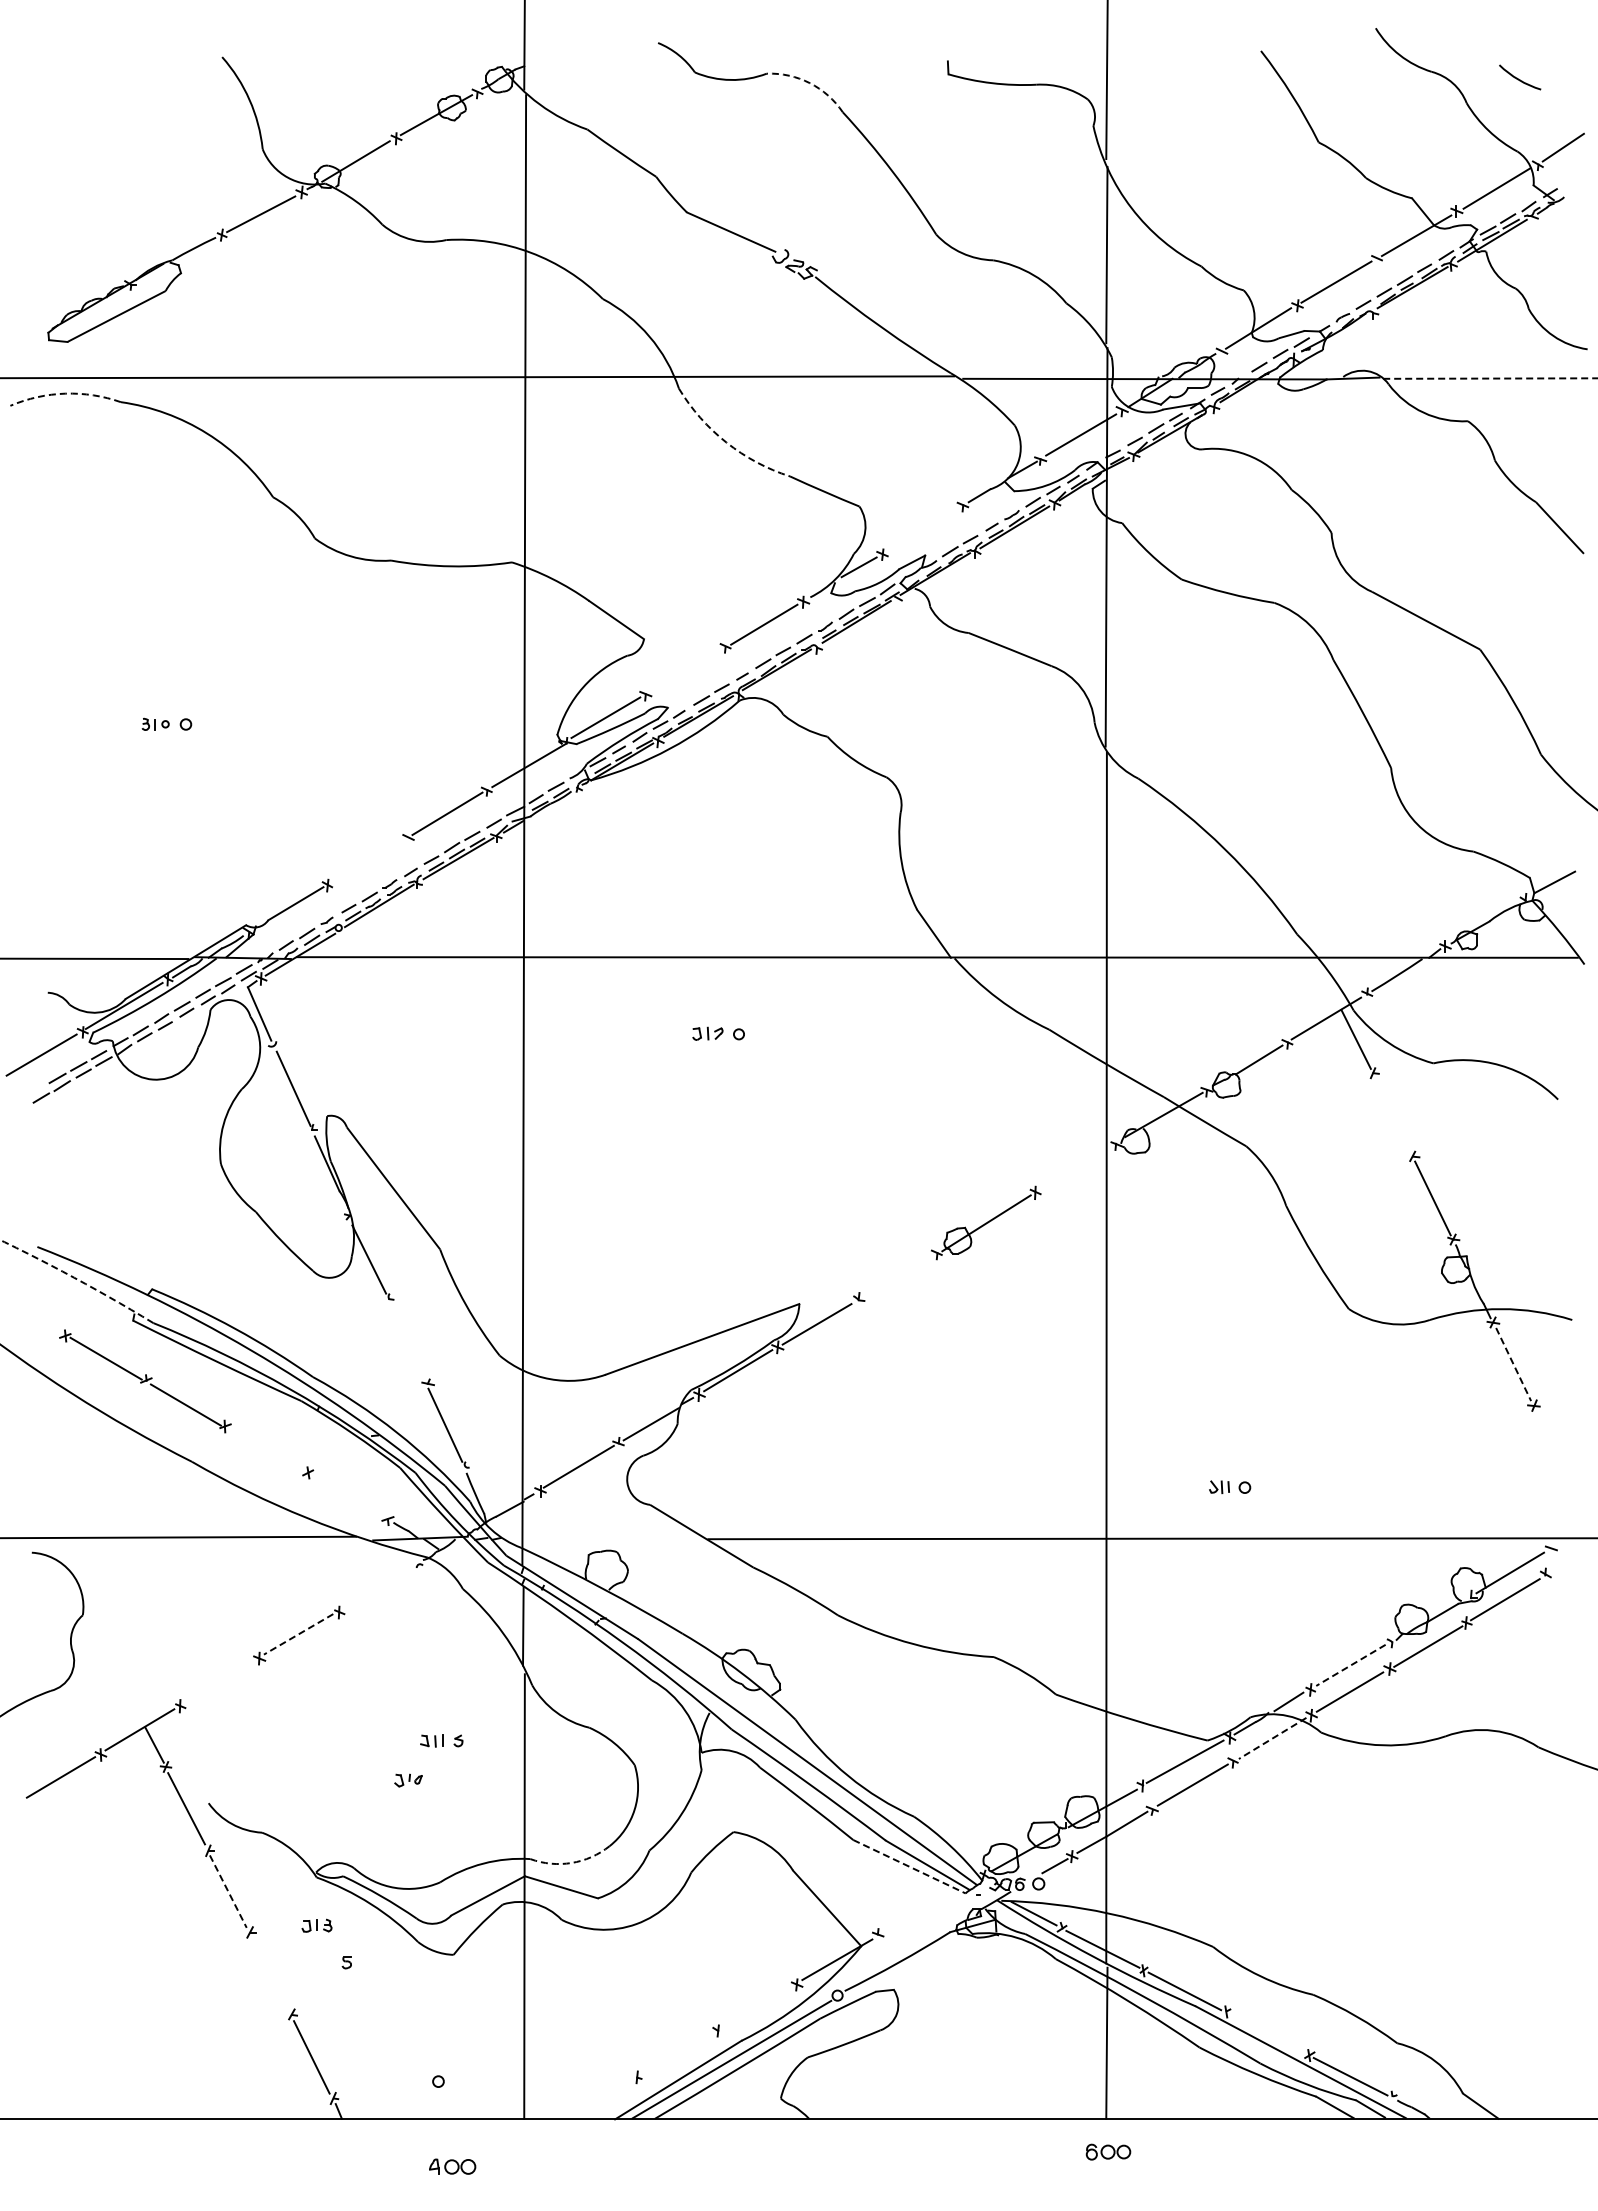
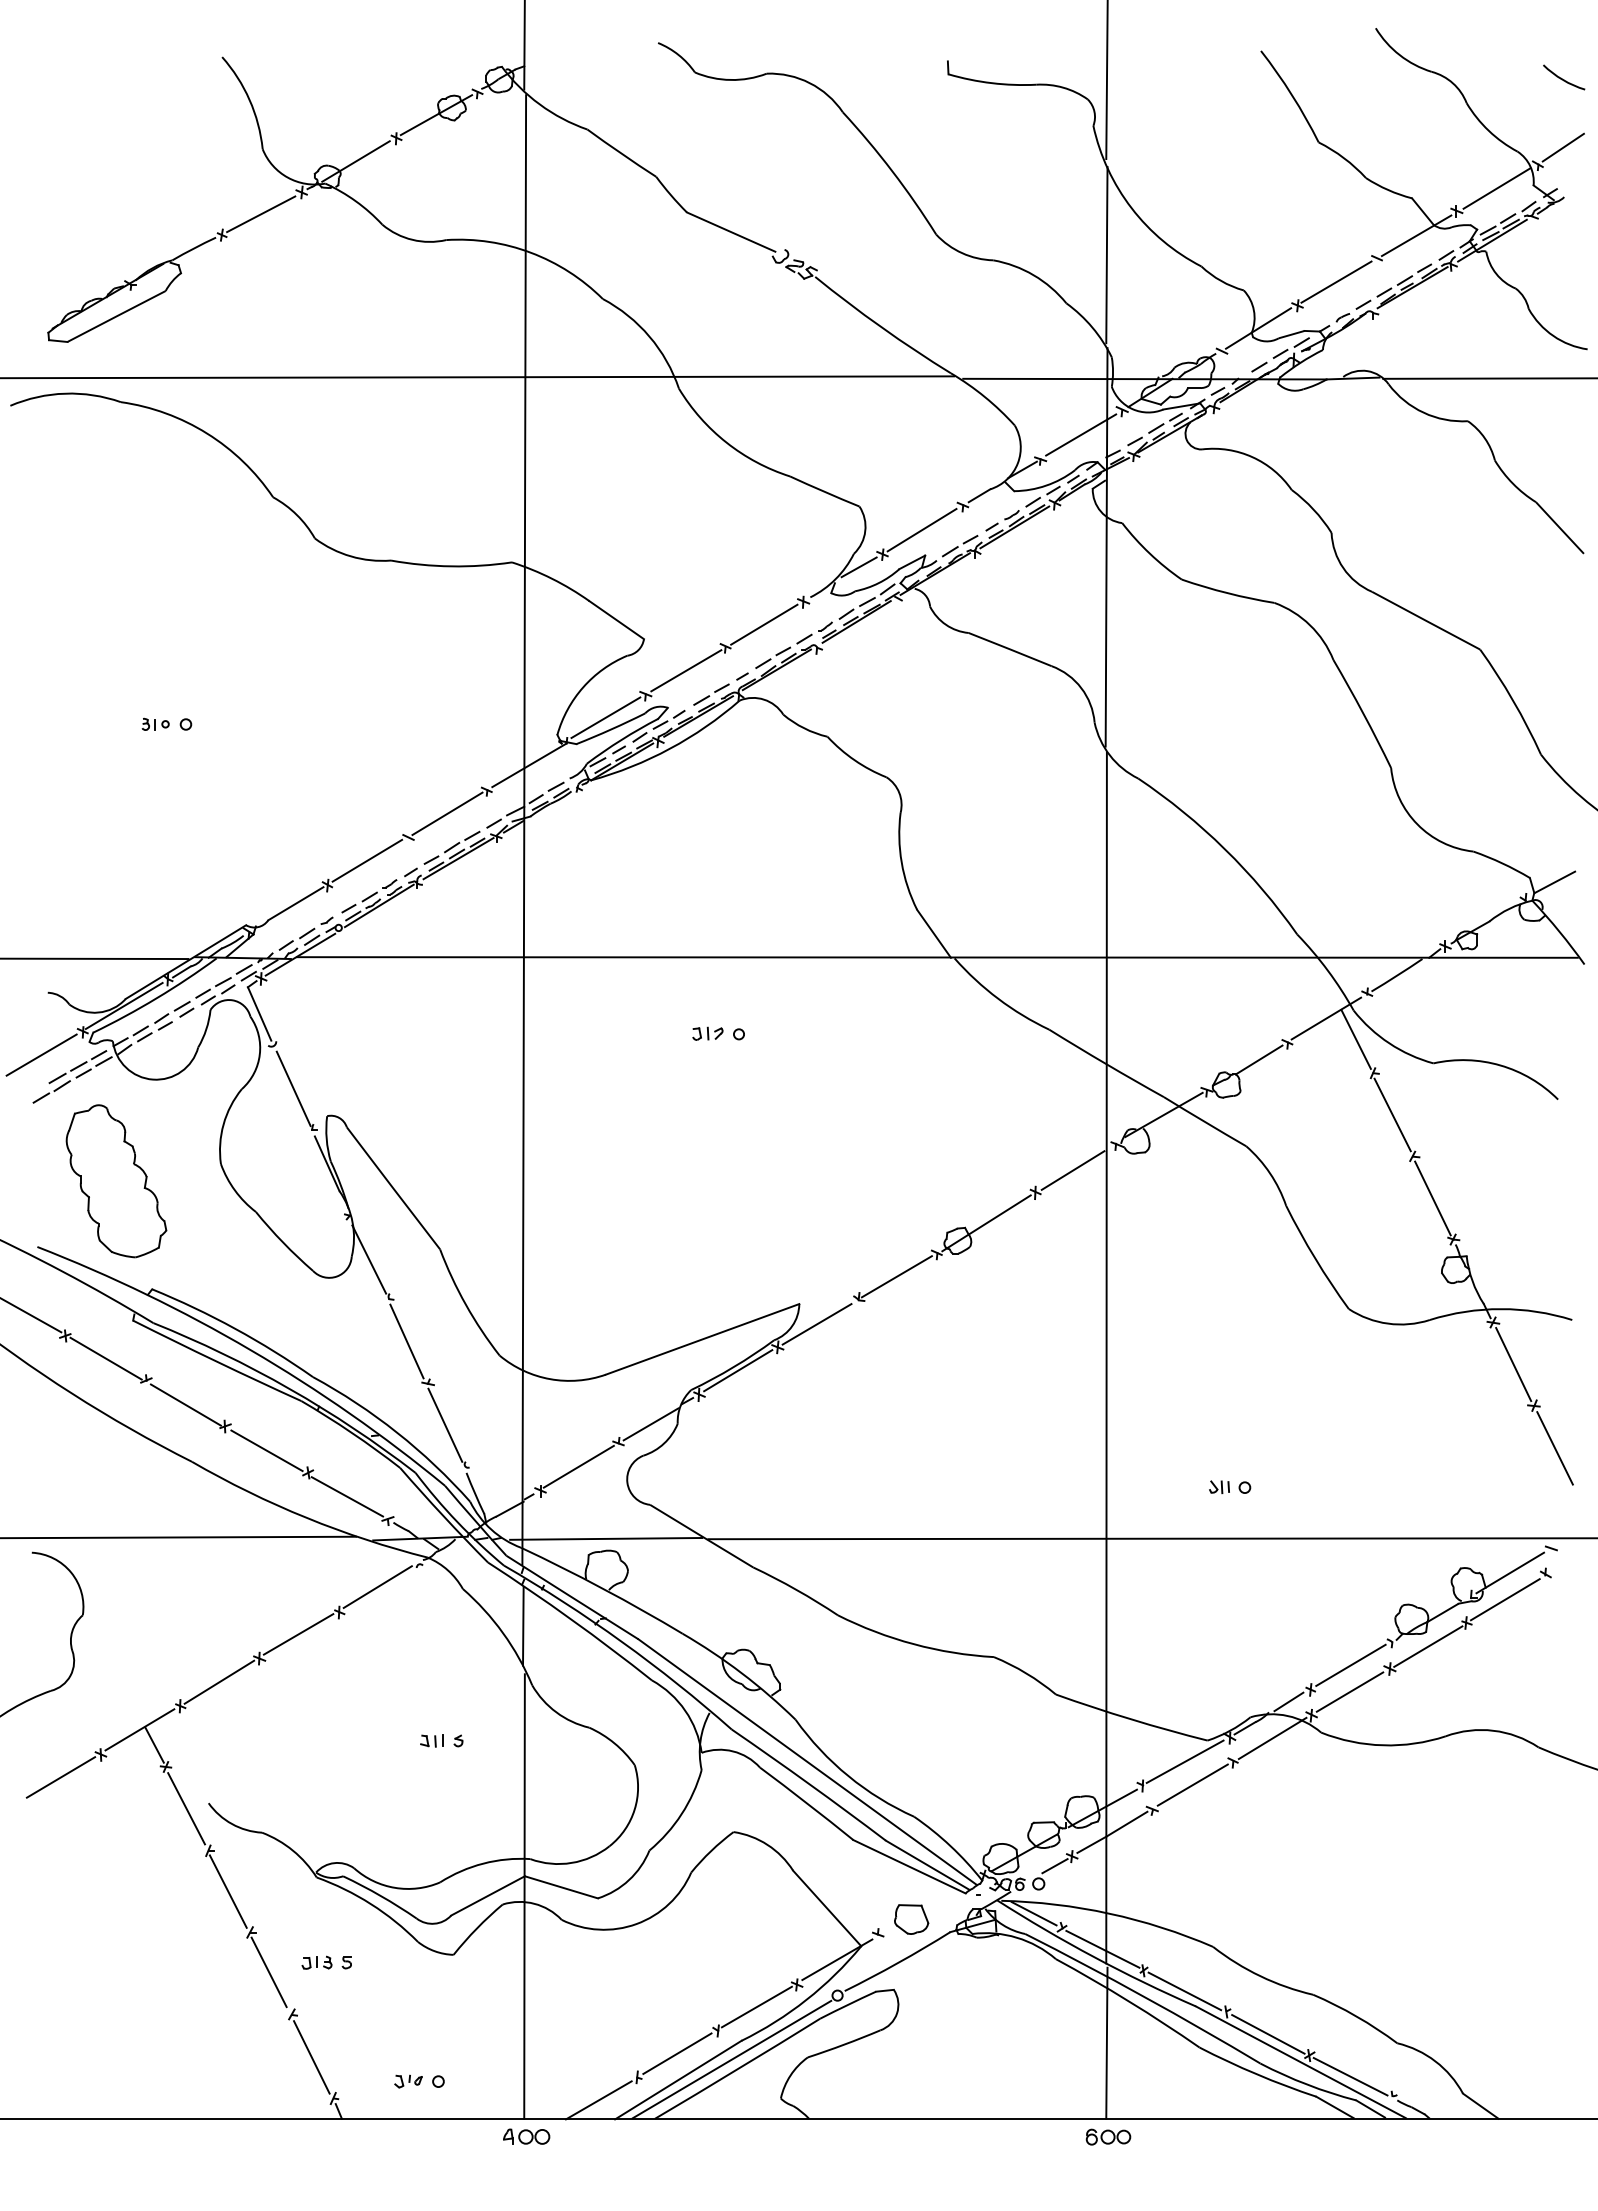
arc at (1520, 79) position: (1520, 79) -> (1564, 79)
arc at (809, 83): dashed -> solid
line at (1490, 378): dashed -> solid
arc at (65, 393): dashed -> solid
arc at (726, 442): dashed -> solid
line at (921, 529): none -> present
line at (686, 670): none -> present
line at (367, 860): none -> present
line at (1392, 1114): none -> present
line at (1072, 1170): none -> present
part at (116, 1181): none -> present
line at (896, 1276): none -> present
arc at (78, 1279): dashed -> solid
line at (31, 1315): none -> present
line at (406, 1341): none -> present
line at (1513, 1364): dashed -> solid
line at (1554, 1448): none -> present
line at (266, 1450): none -> present
line at (347, 1496): none -> present
line at (606, 1538): none -> present
line at (377, 1586): none -> present
line at (298, 1634): dashed -> solid
line at (1350, 1665): dashed -> solid
line at (219, 1681): none -> present
line at (1272, 1738): dashed -> solid
part at (408, 1780) position: (408, 1780) -> (408, 2081)
arc at (571, 1862): dashed -> solid
line at (909, 1866): dashed -> solid
line at (228, 1891): dashed -> solid
part at (911, 1919): none -> present
part at (316, 1925) position: (316, 1925) -> (316, 1962)
line at (268, 1972): none -> present
line at (756, 2006): none -> present
line at (1268, 2034): none -> present
line at (677, 2053): none -> present
line at (598, 2100): none -> present
part at (1108, 2151) position: (1108, 2151) -> (1108, 2136)
part at (452, 2166) position: (452, 2166) -> (526, 2136)
